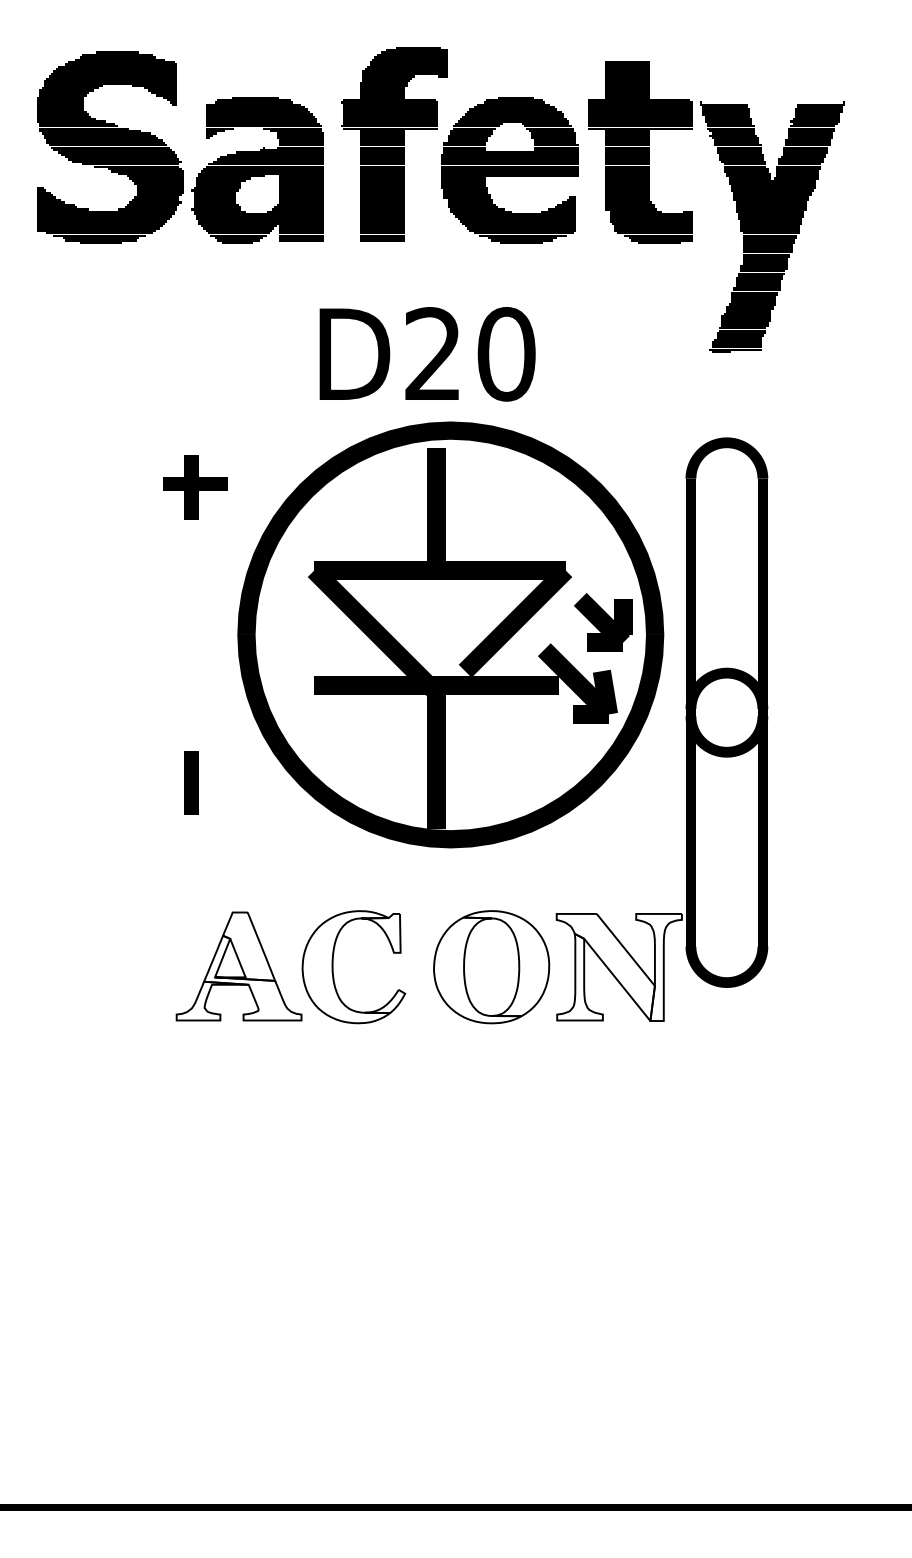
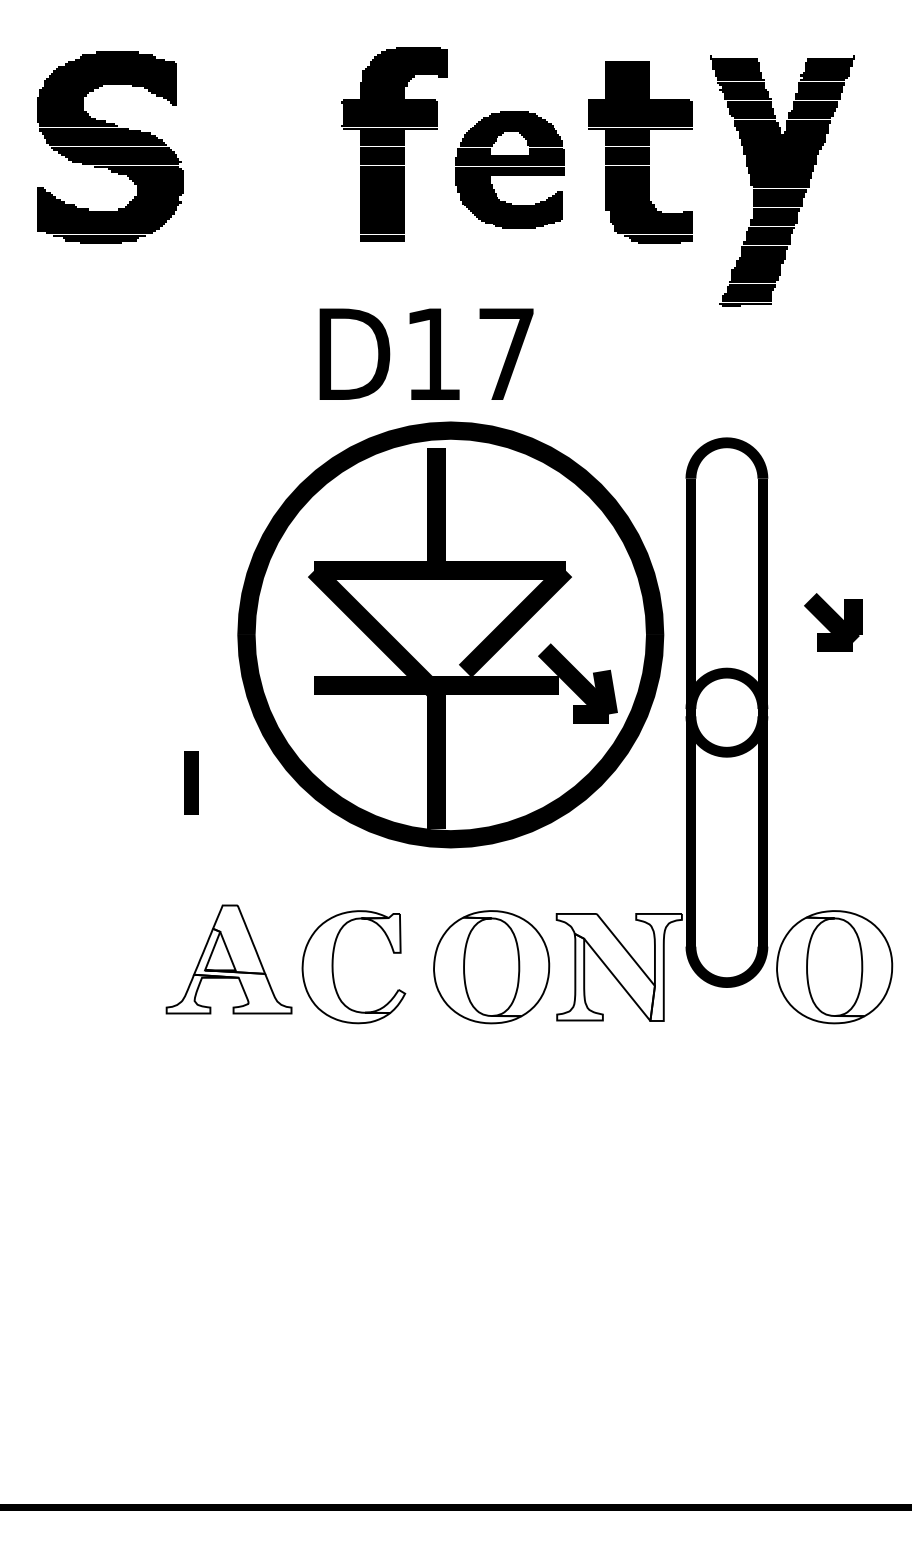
part at (257, 170): present -> none
part at (509, 170) size: 138x147 px -> 110x118 px
part at (772, 226) position: (772, 226) -> (782, 180)
text at (470, 354): D20 -> D17
part at (195, 487): present -> none
part at (603, 622) position: (603, 622) -> (833, 622)
part at (238, 966) position: (238, 966) -> (228, 959)
part at (834, 967): none -> present
